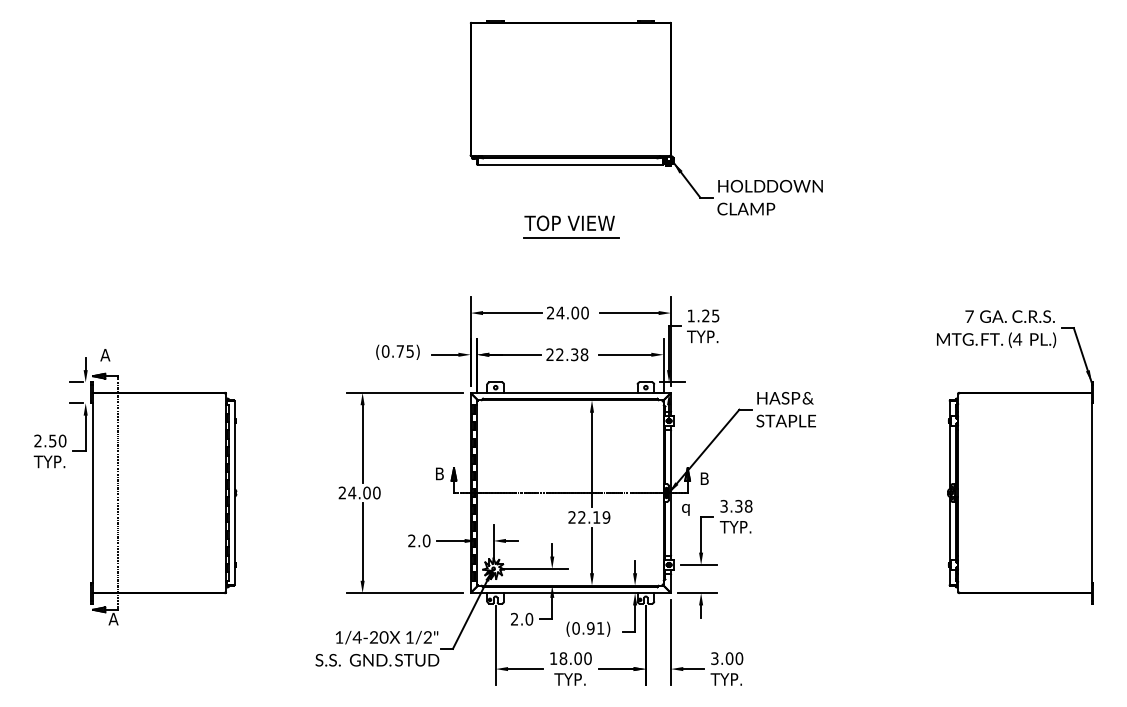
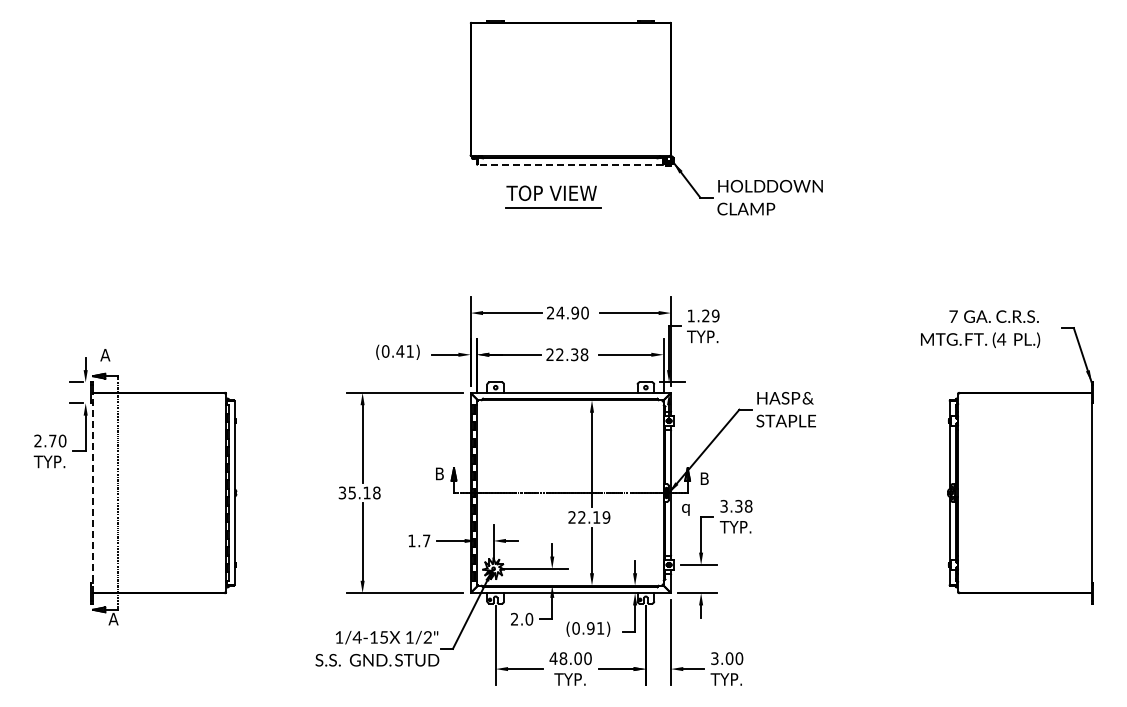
line at (569, 164): solid -> dashed
part at (571, 226) position: (571, 226) -> (553, 196)
text at (574, 313): 24.00 -> 24.90
text at (715, 315): 1.25 -> 1.29
text at (996, 328) position: (996, 328) -> (980, 328)
text at (404, 351): (0.75) -> (0.41)
text at (52, 441): 2.50 -> 2.70
text at (359, 492): 24.00 -> 35.18
line at (92, 493): solid -> dashed
text at (419, 540): 2.0 -> 1.7
text at (378, 637): 1/4-20 -> 1/4-15
text at (553, 658): 18.00 -> 48.00
